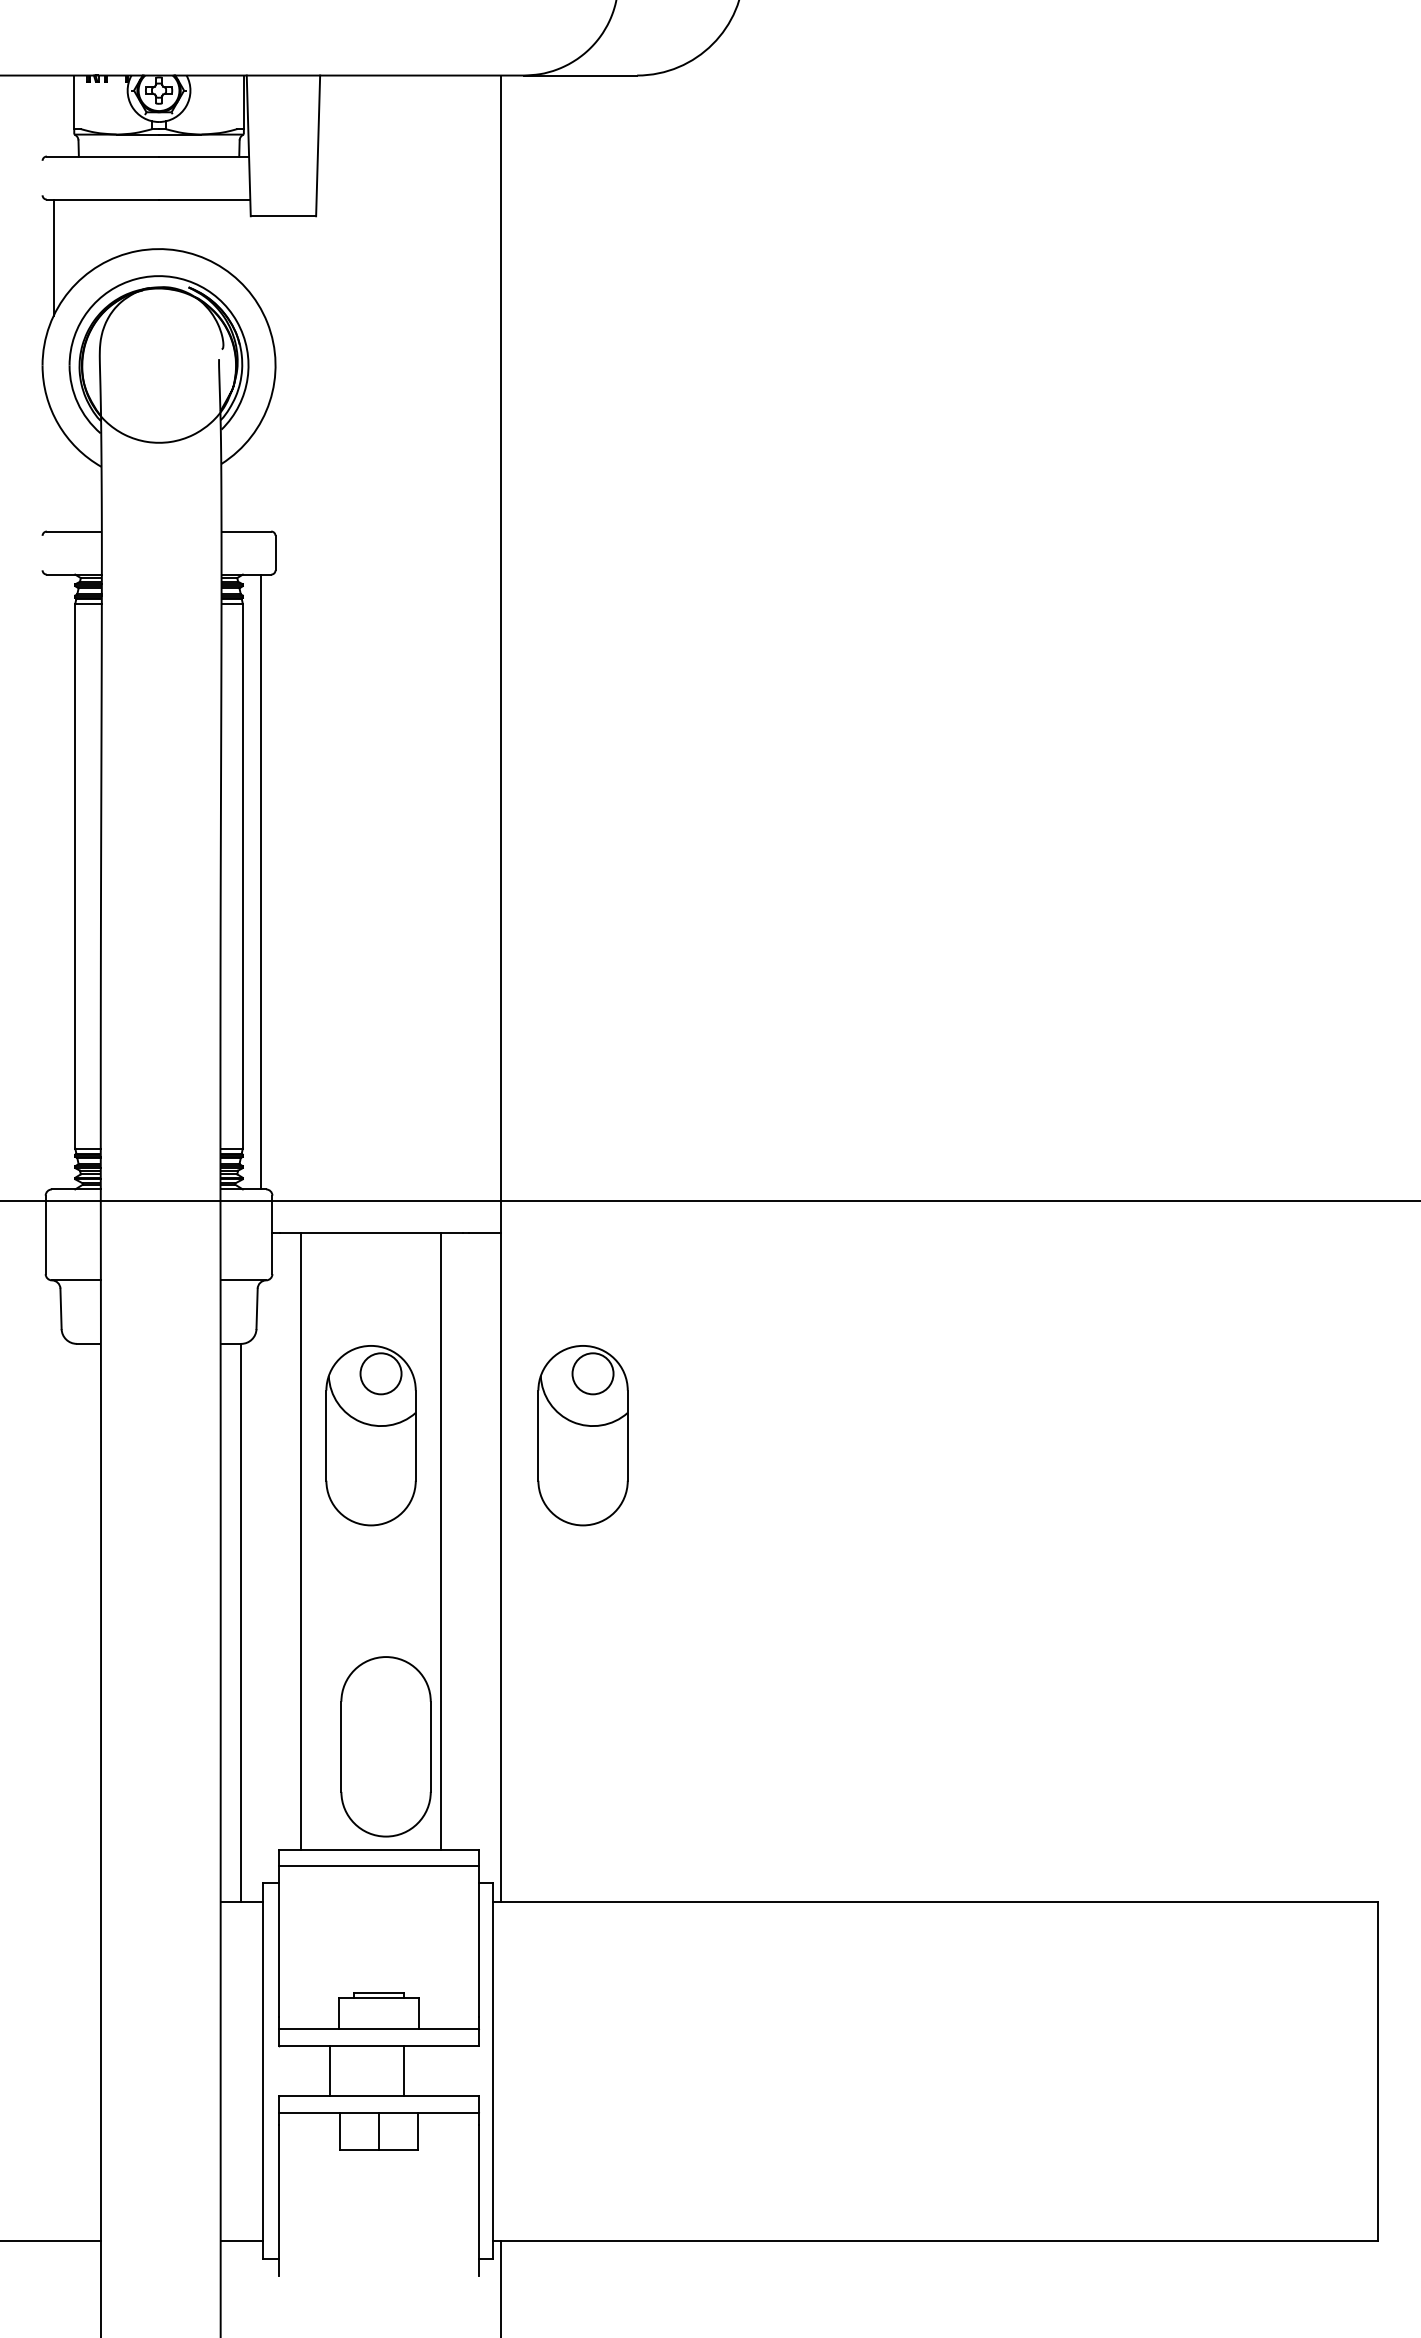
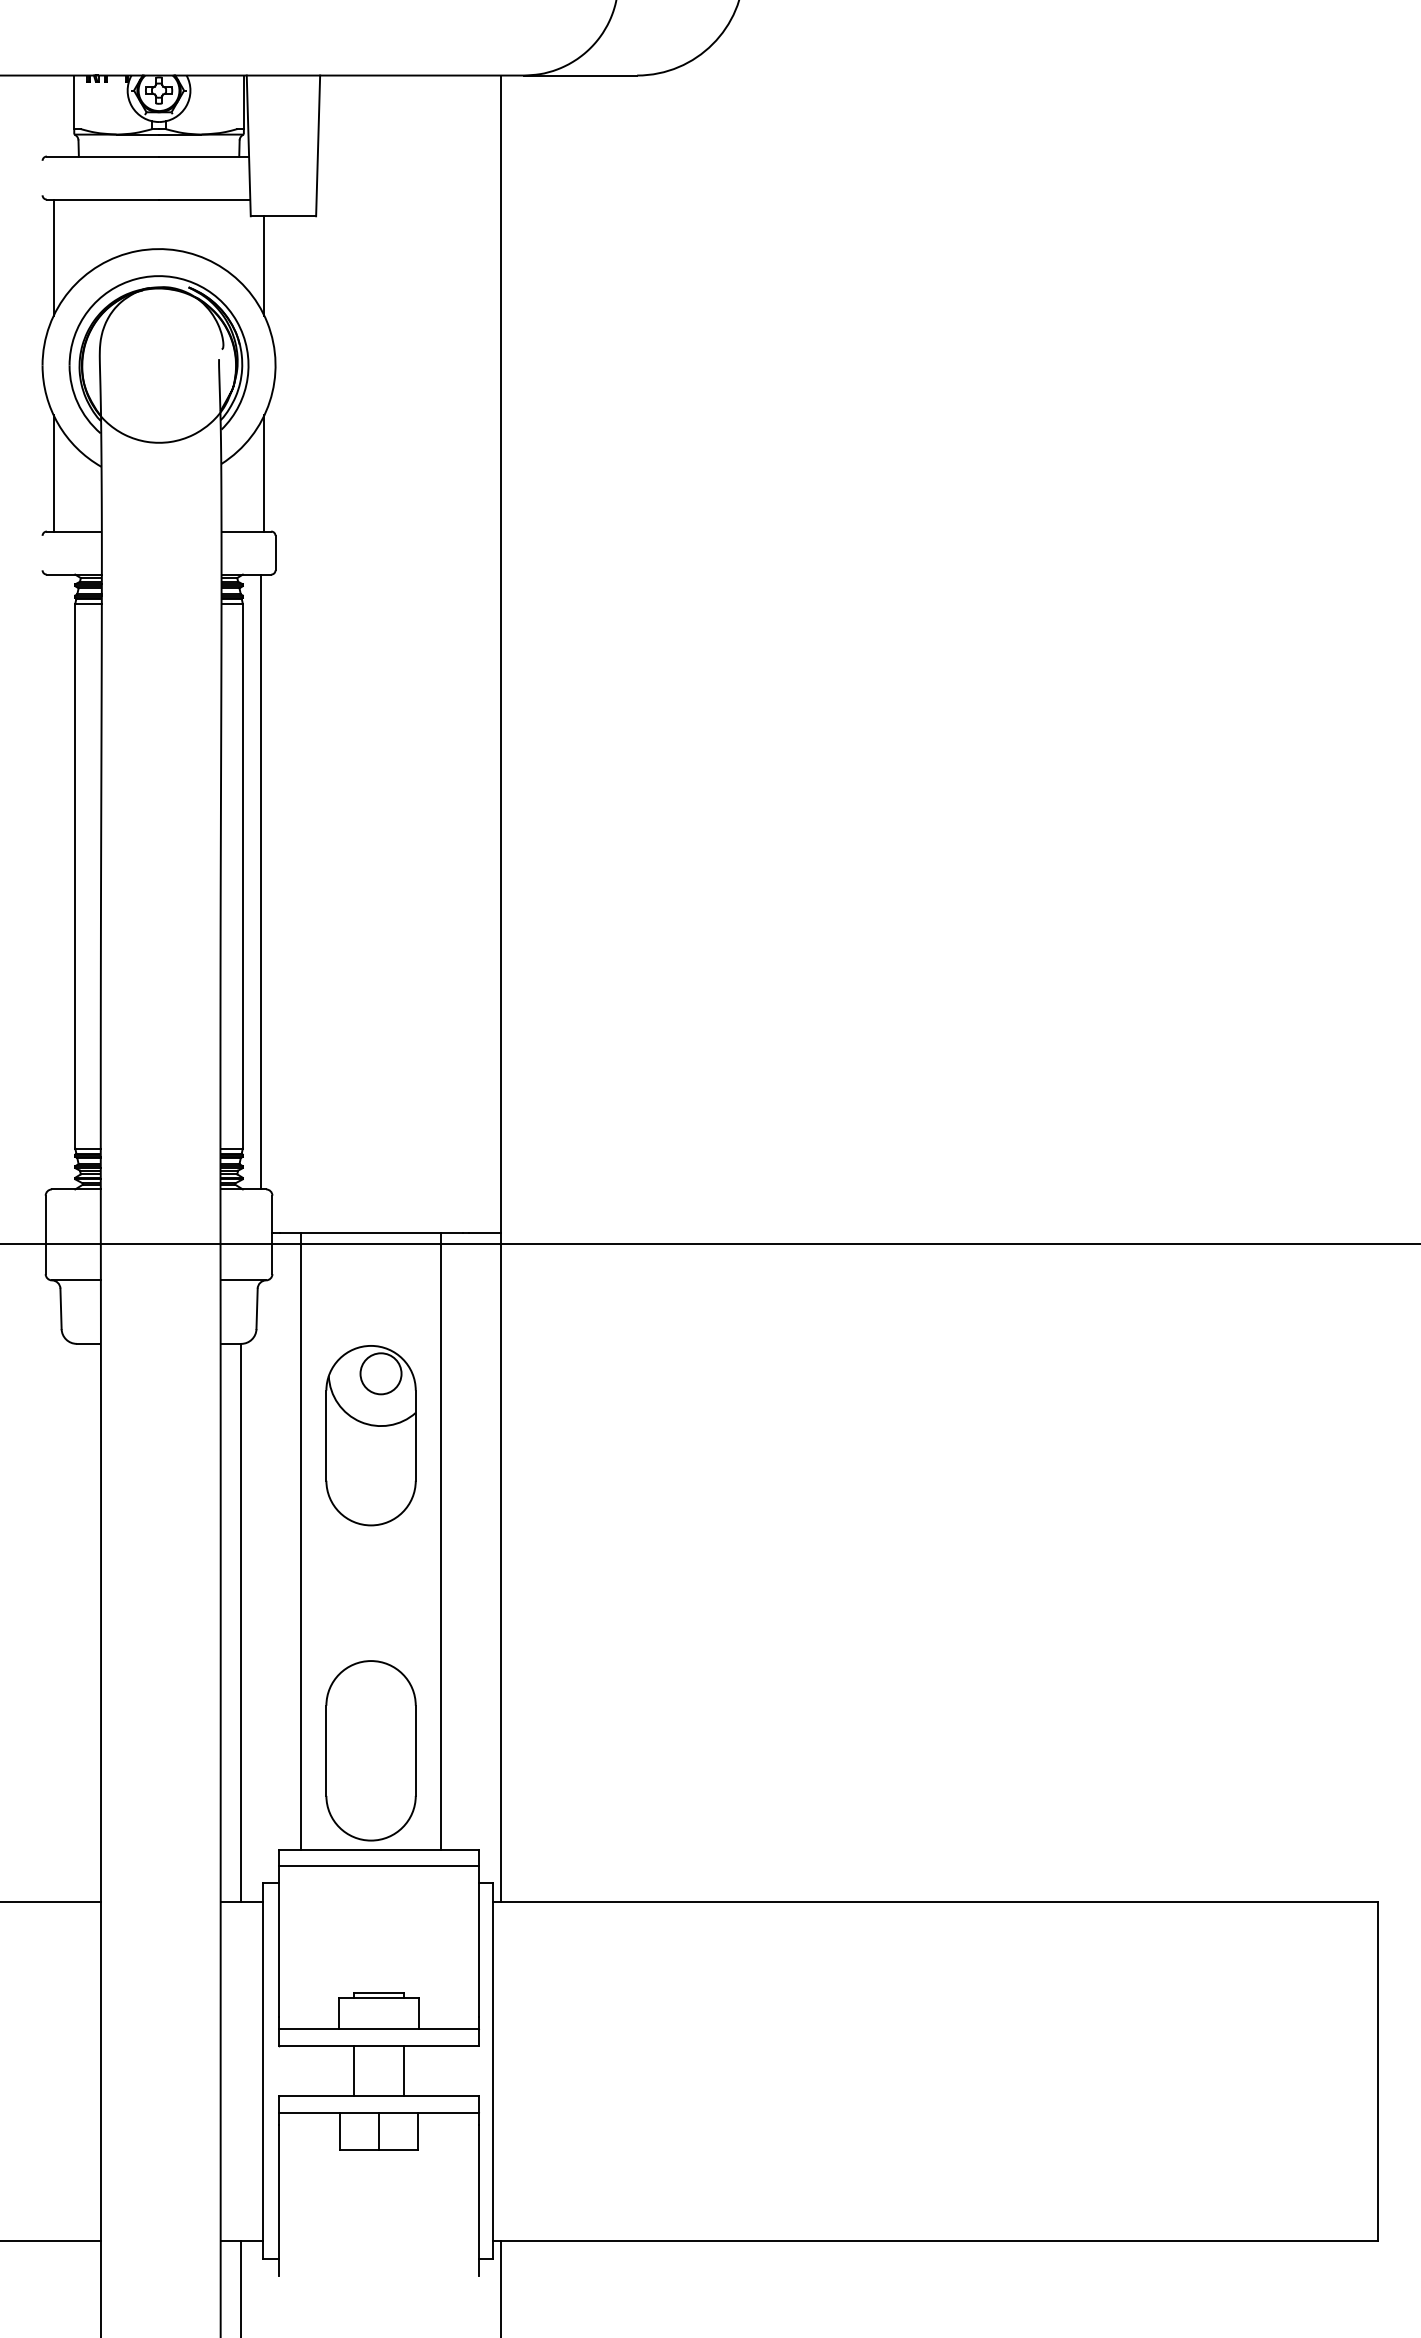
line at (264, 265): none -> present
line at (53, 473): none -> present
line at (264, 473): none -> present
line at (709, 1201) position: (709, 1201) -> (709, 1244)
part at (582, 1435): present -> none
part at (385, 1746) position: (385, 1746) -> (370, 1750)
line at (51, 1901): none -> present
line at (330, 2071) position: (330, 2071) -> (354, 2071)
line at (241, 2287): none -> present
